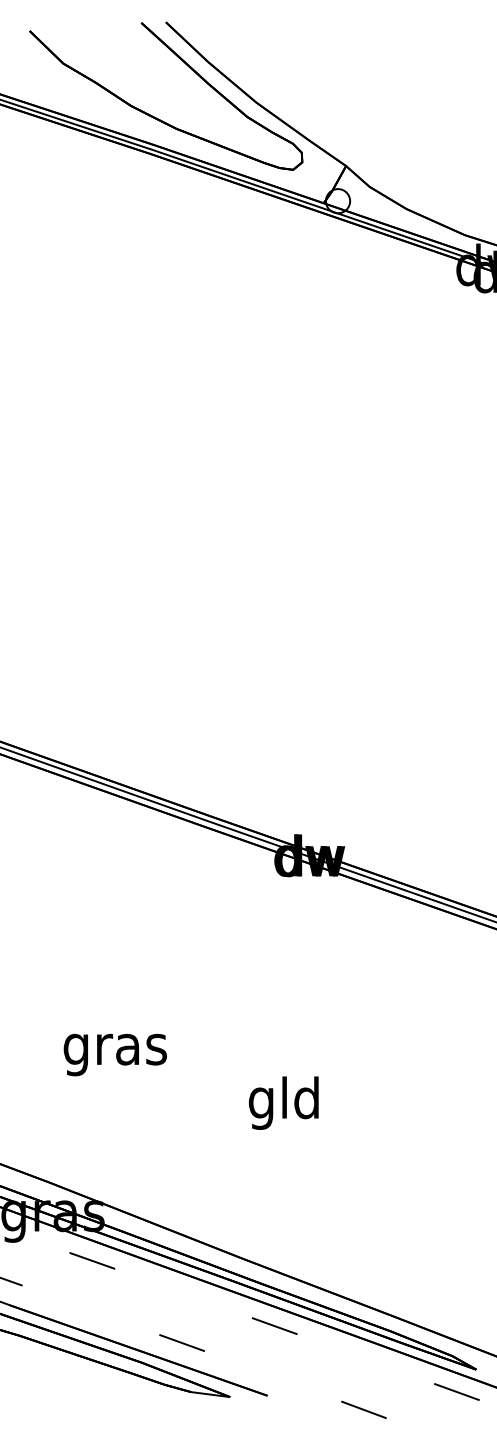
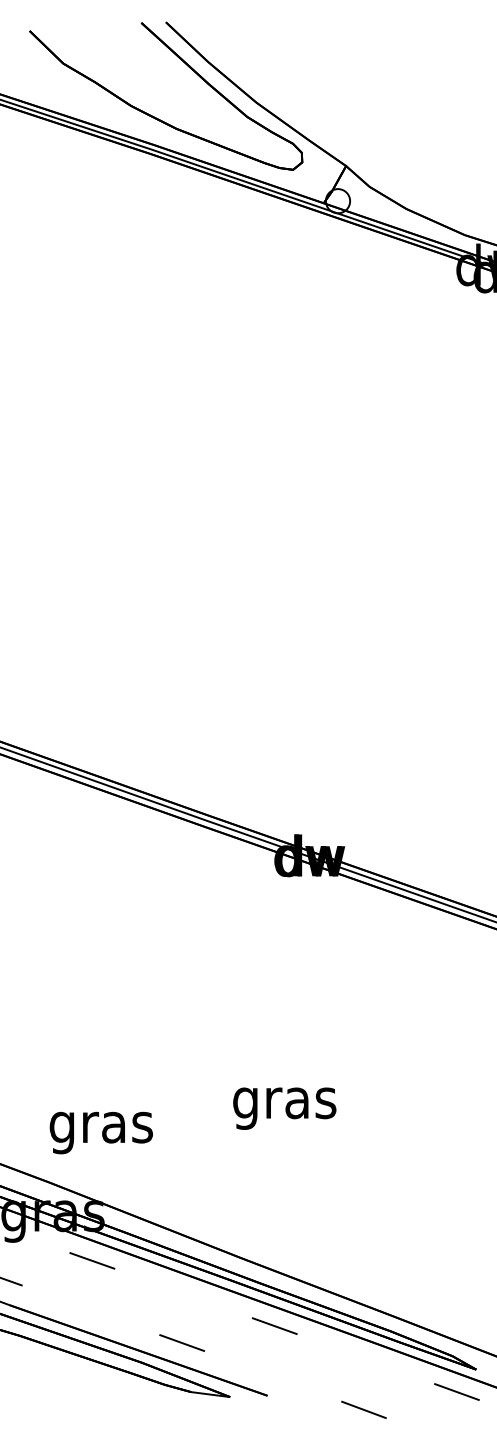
text at (114, 1054) position: (114, 1054) -> (100, 1132)
text at (284, 1102): gld -> gras
